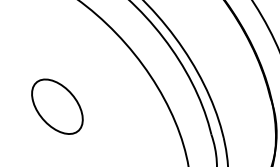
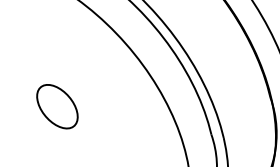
part at (57, 106) size: 53x57 px -> 43x46 px
